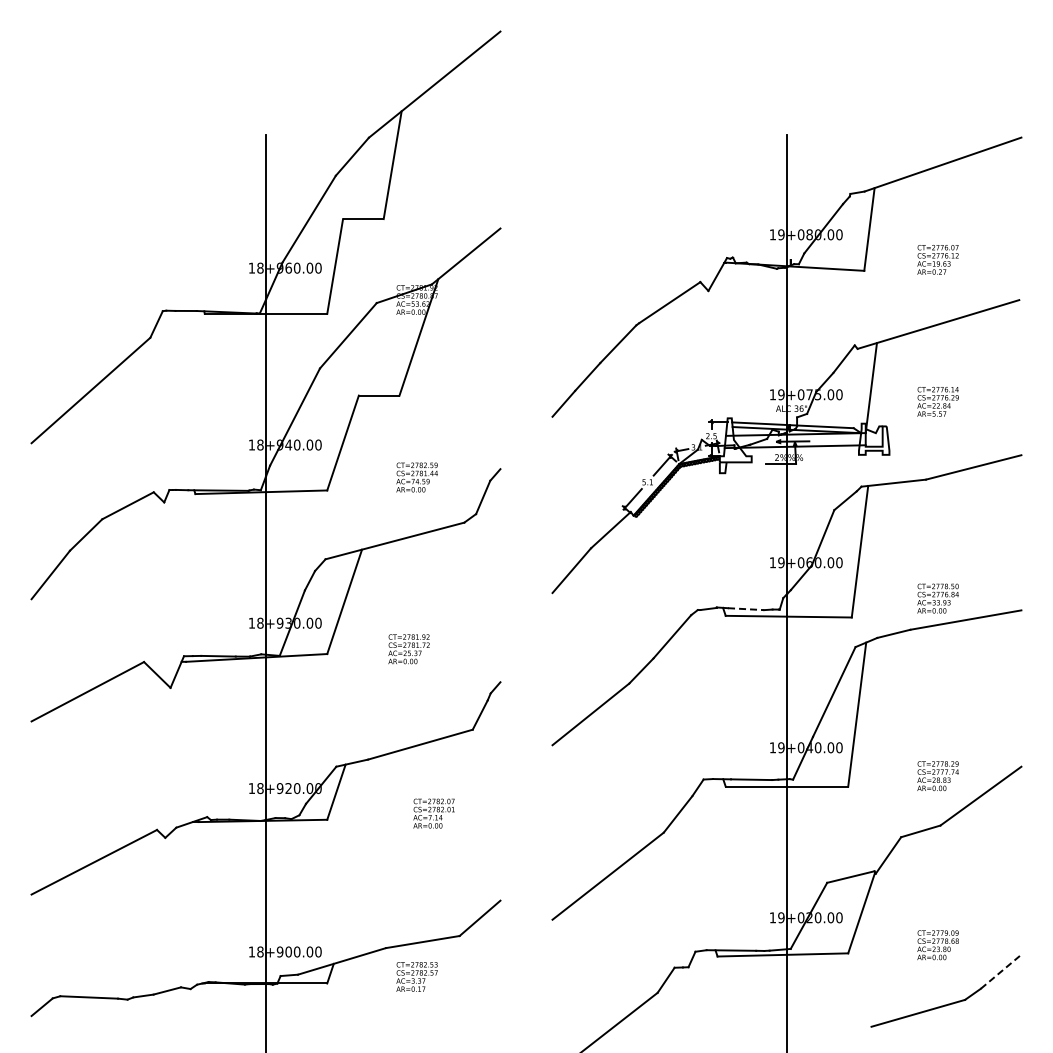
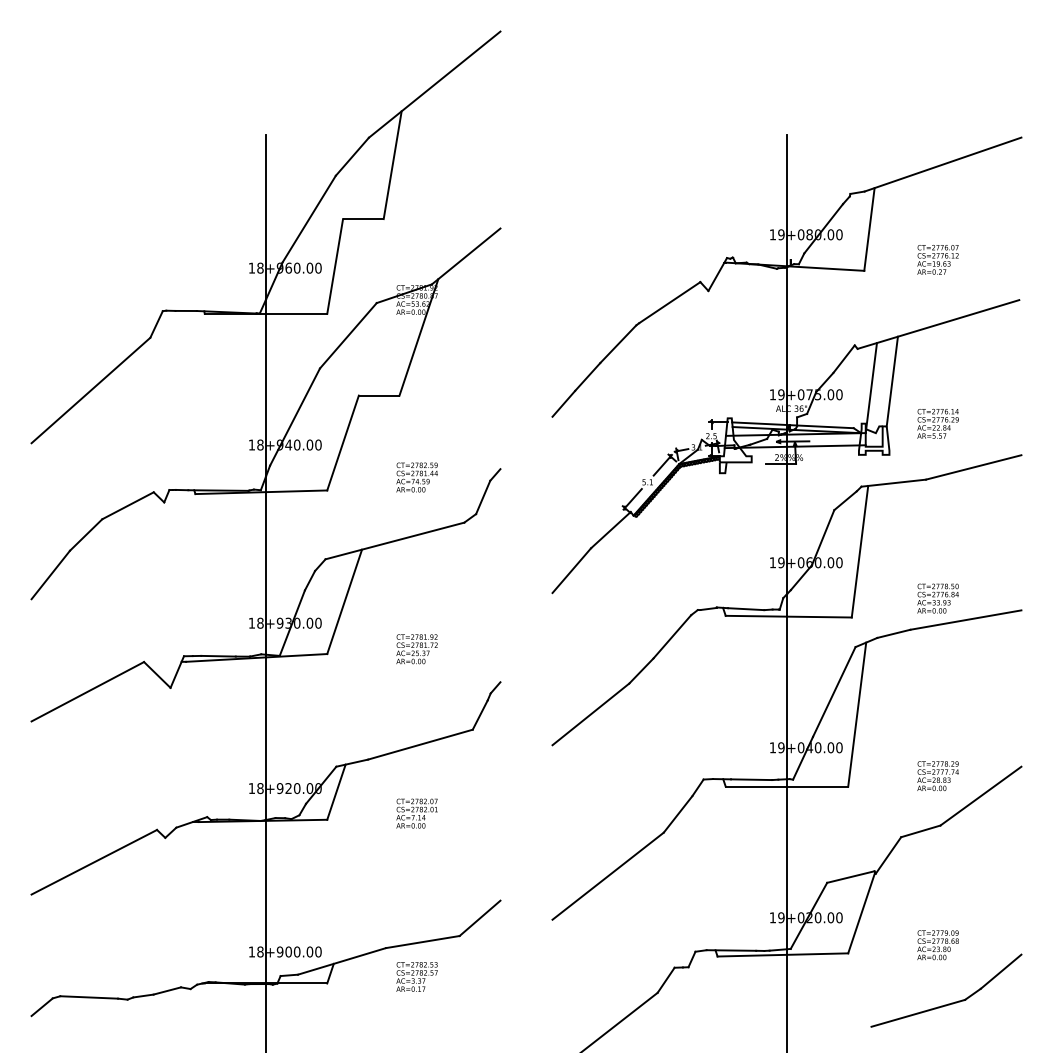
line at (891, 381): none -> present
text at (937, 401) position: (937, 401) -> (937, 423)
line at (746, 609): dashed -> solid
text at (408, 649) position: (408, 649) -> (416, 649)
text at (433, 813) position: (433, 813) -> (416, 813)
line at (1001, 971): dashed -> solid
